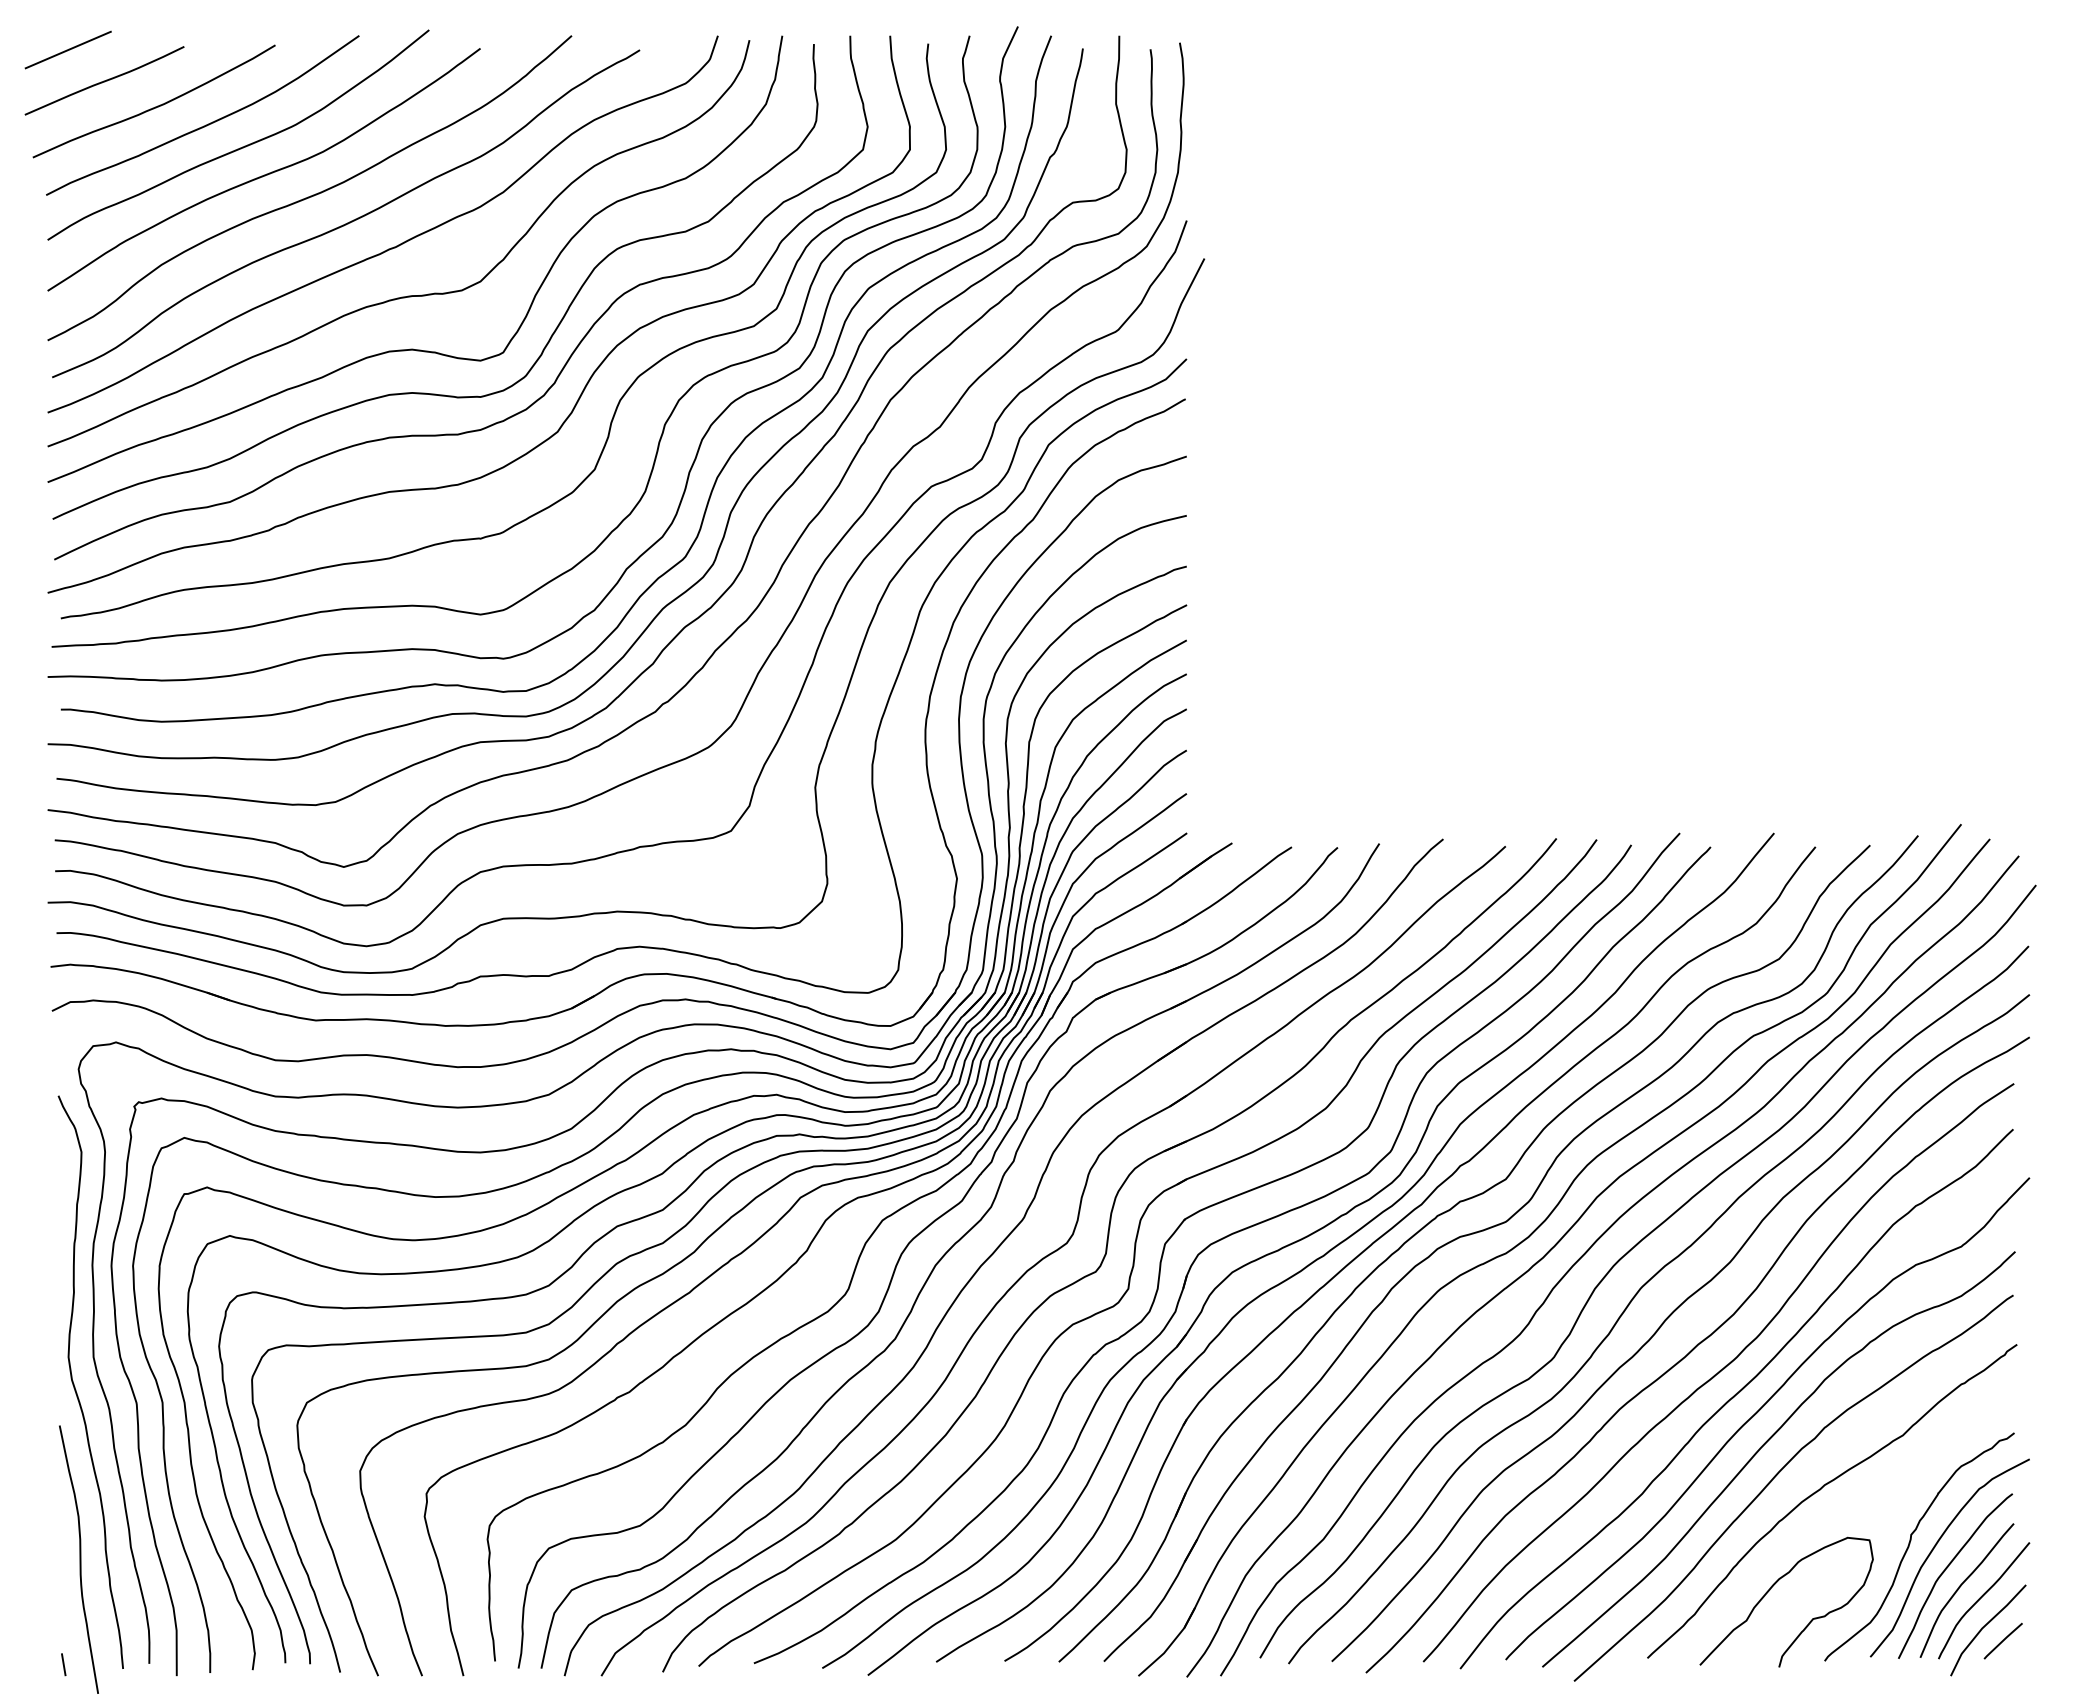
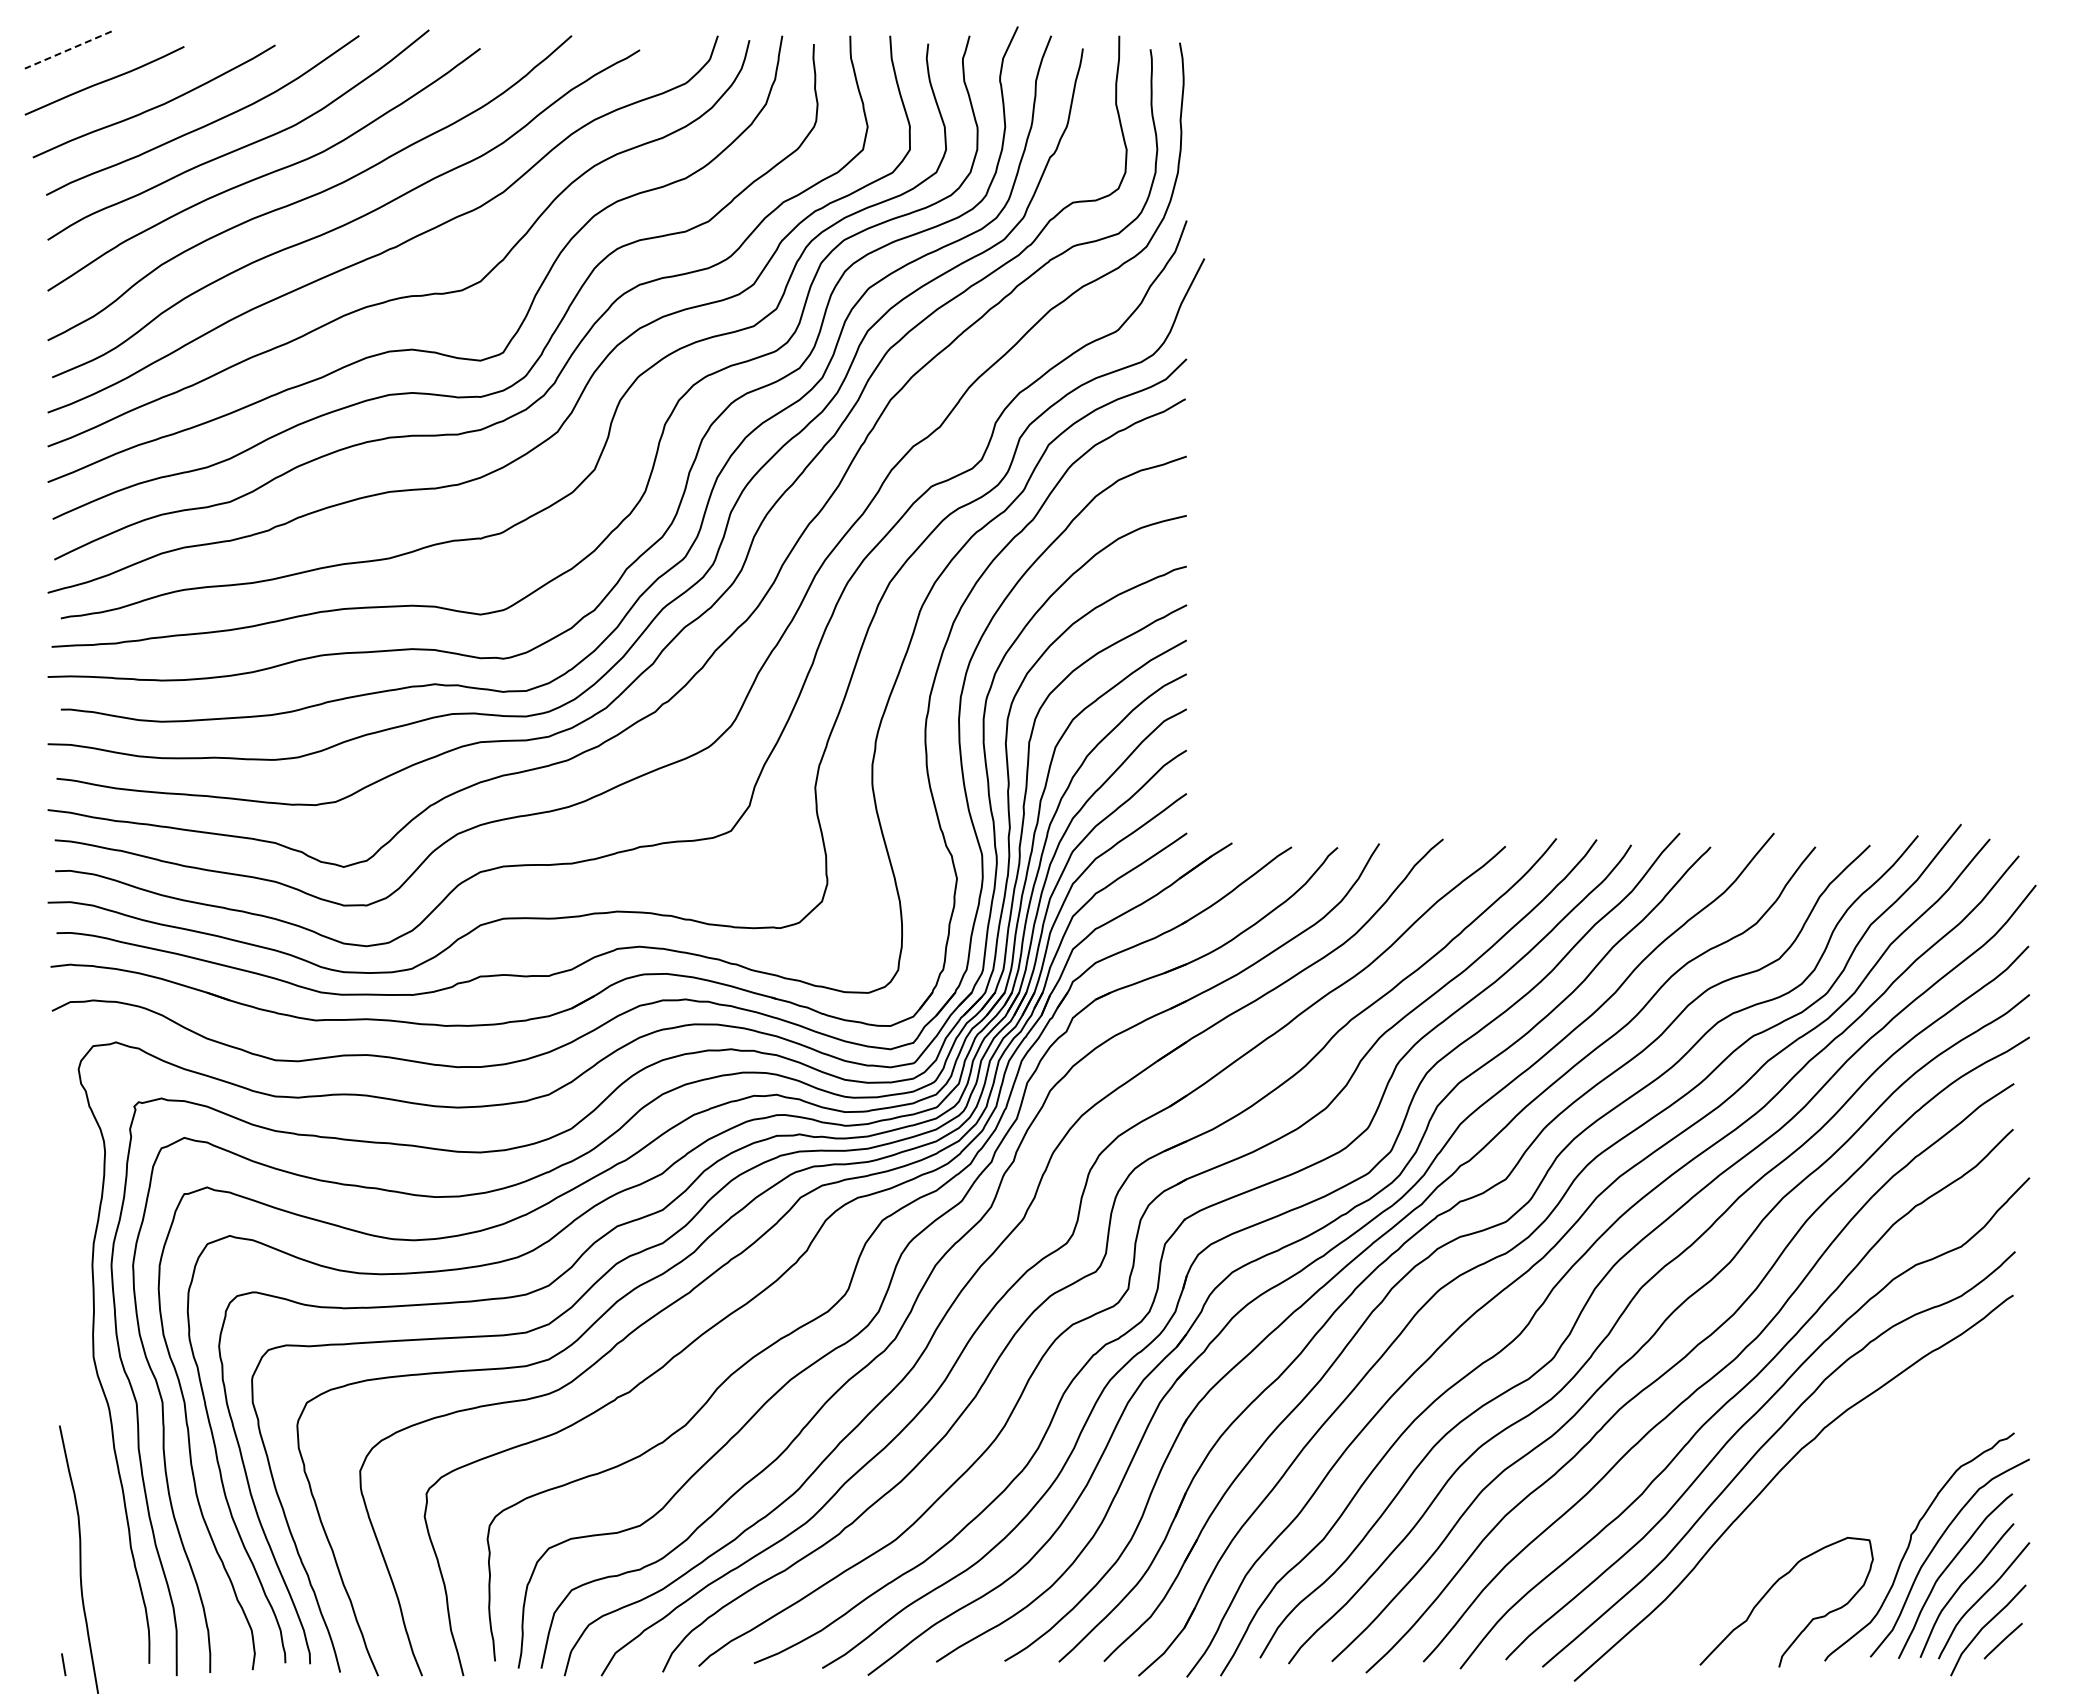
line at (67, 50): solid -> dashed
curve at (75, 1386): present -> none
curve at (1821, 1489): present -> none
